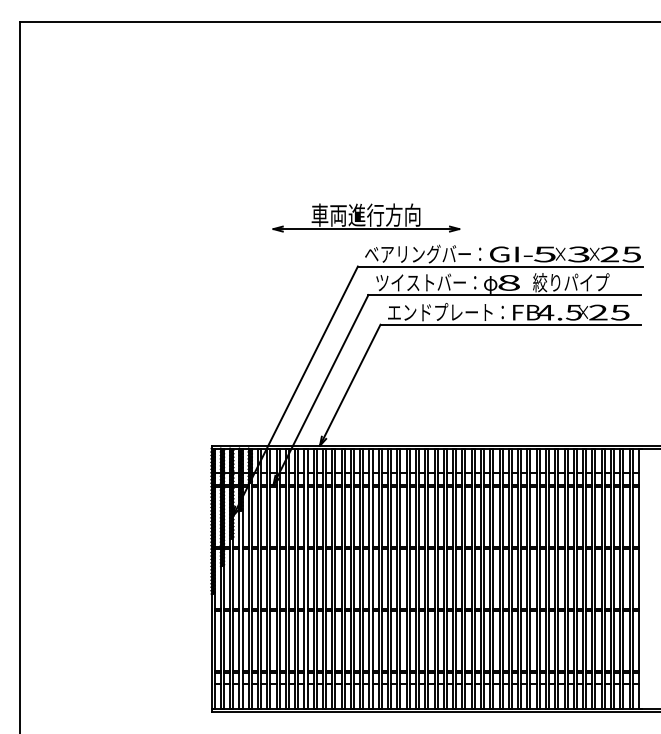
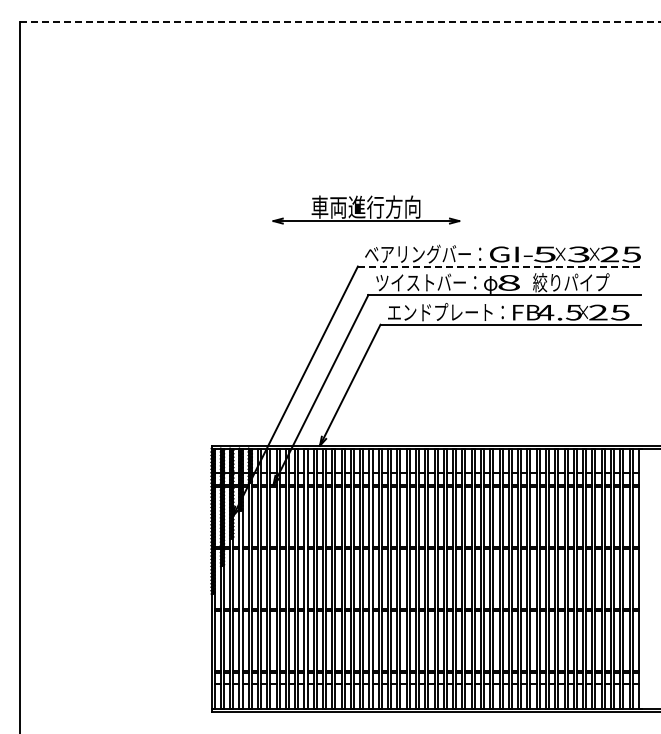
line at (340, 22): solid -> dashed
part at (366, 217) position: (366, 217) -> (366, 209)
line at (500, 266): solid -> dashed
